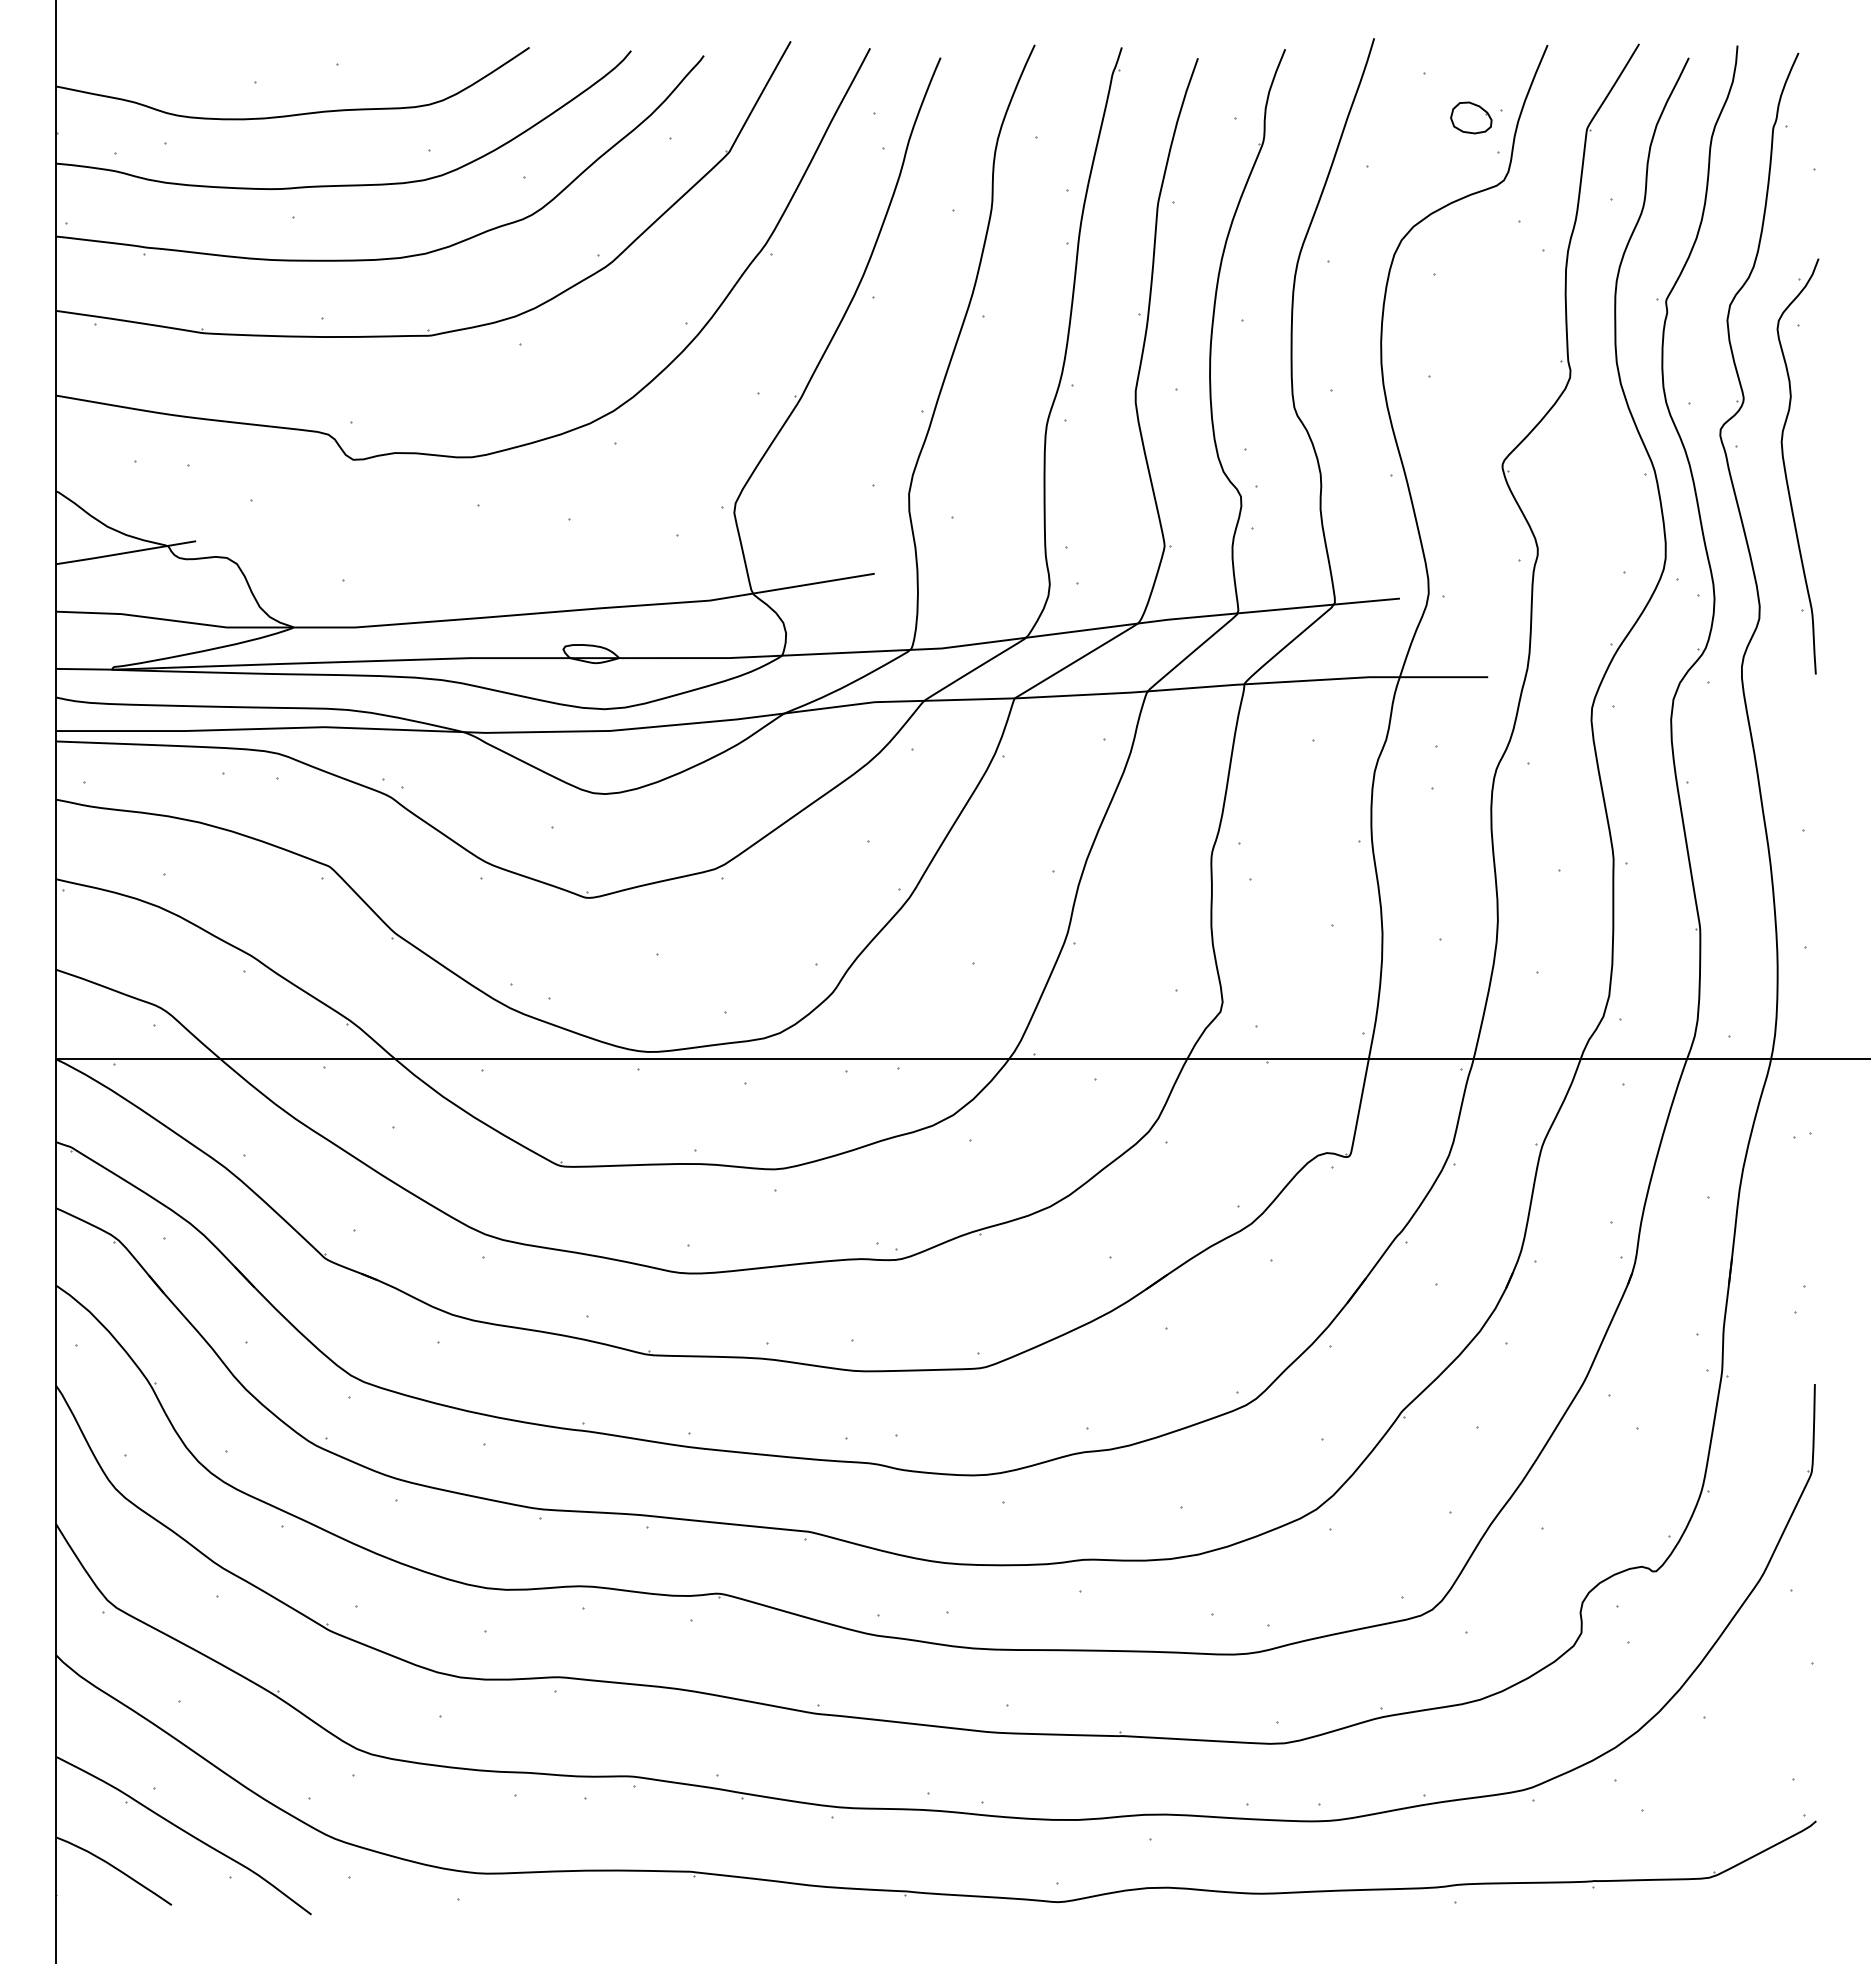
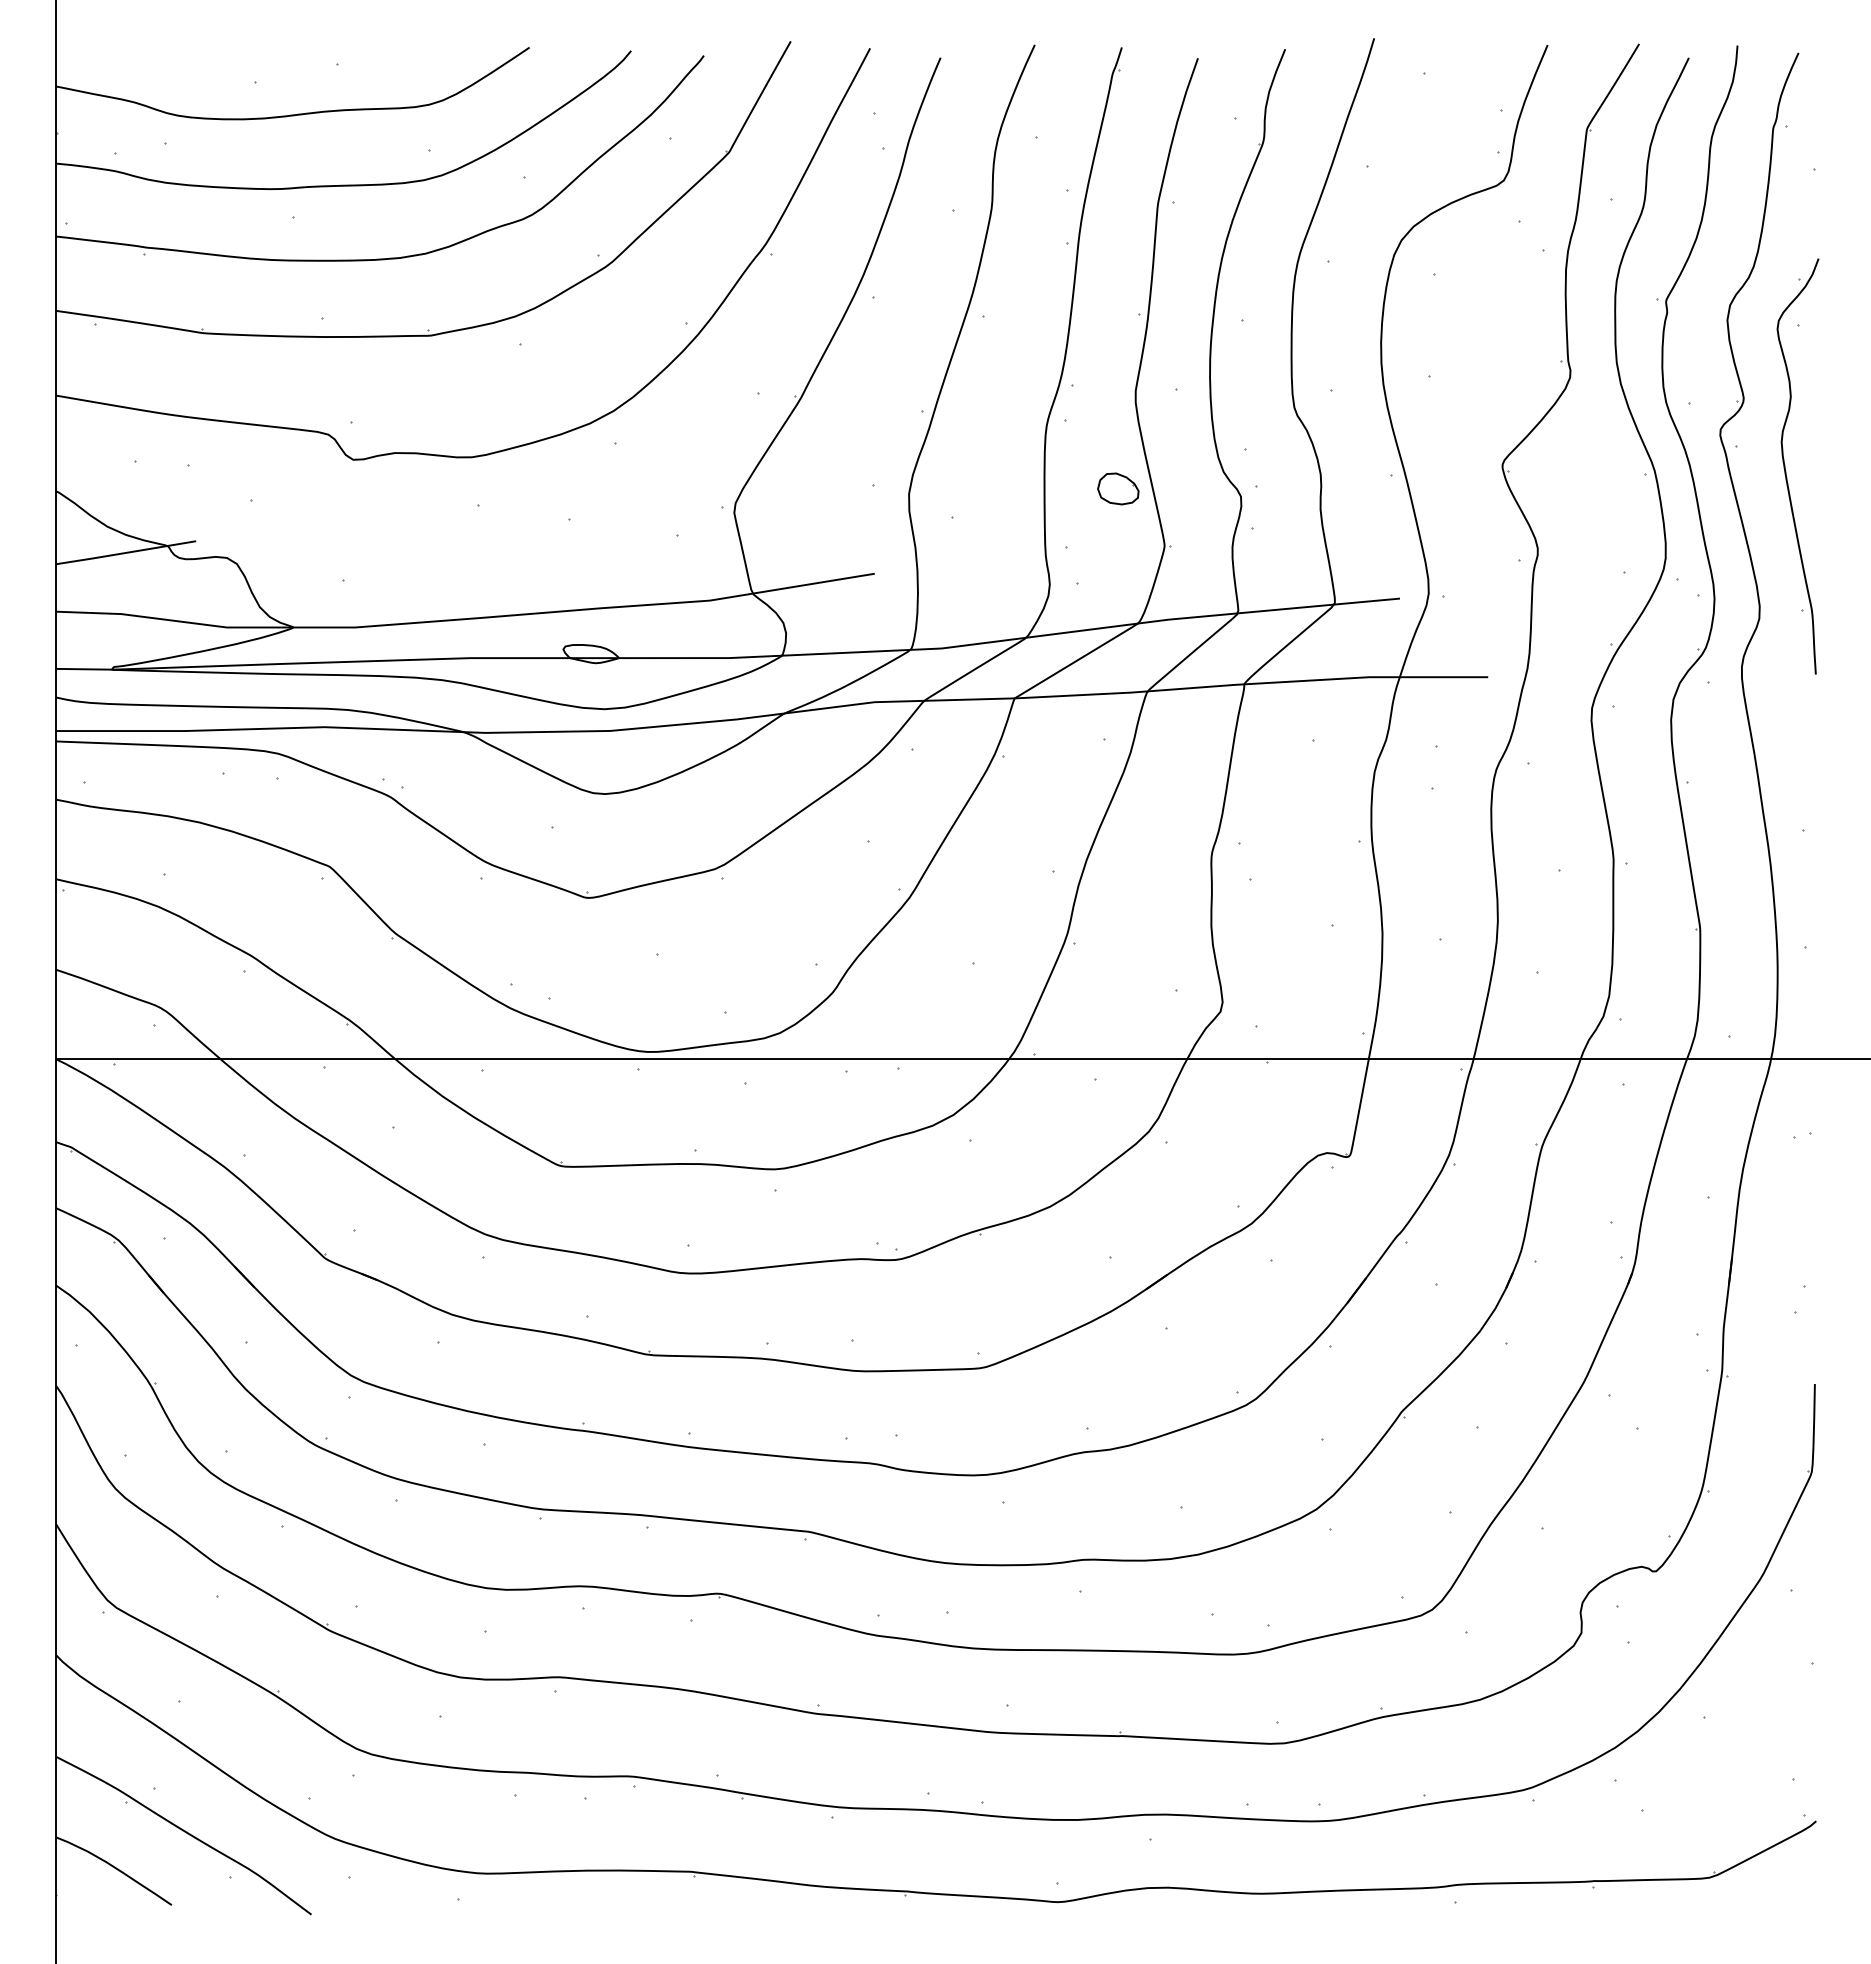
part at (1471, 117) position: (1471, 117) -> (1118, 488)
